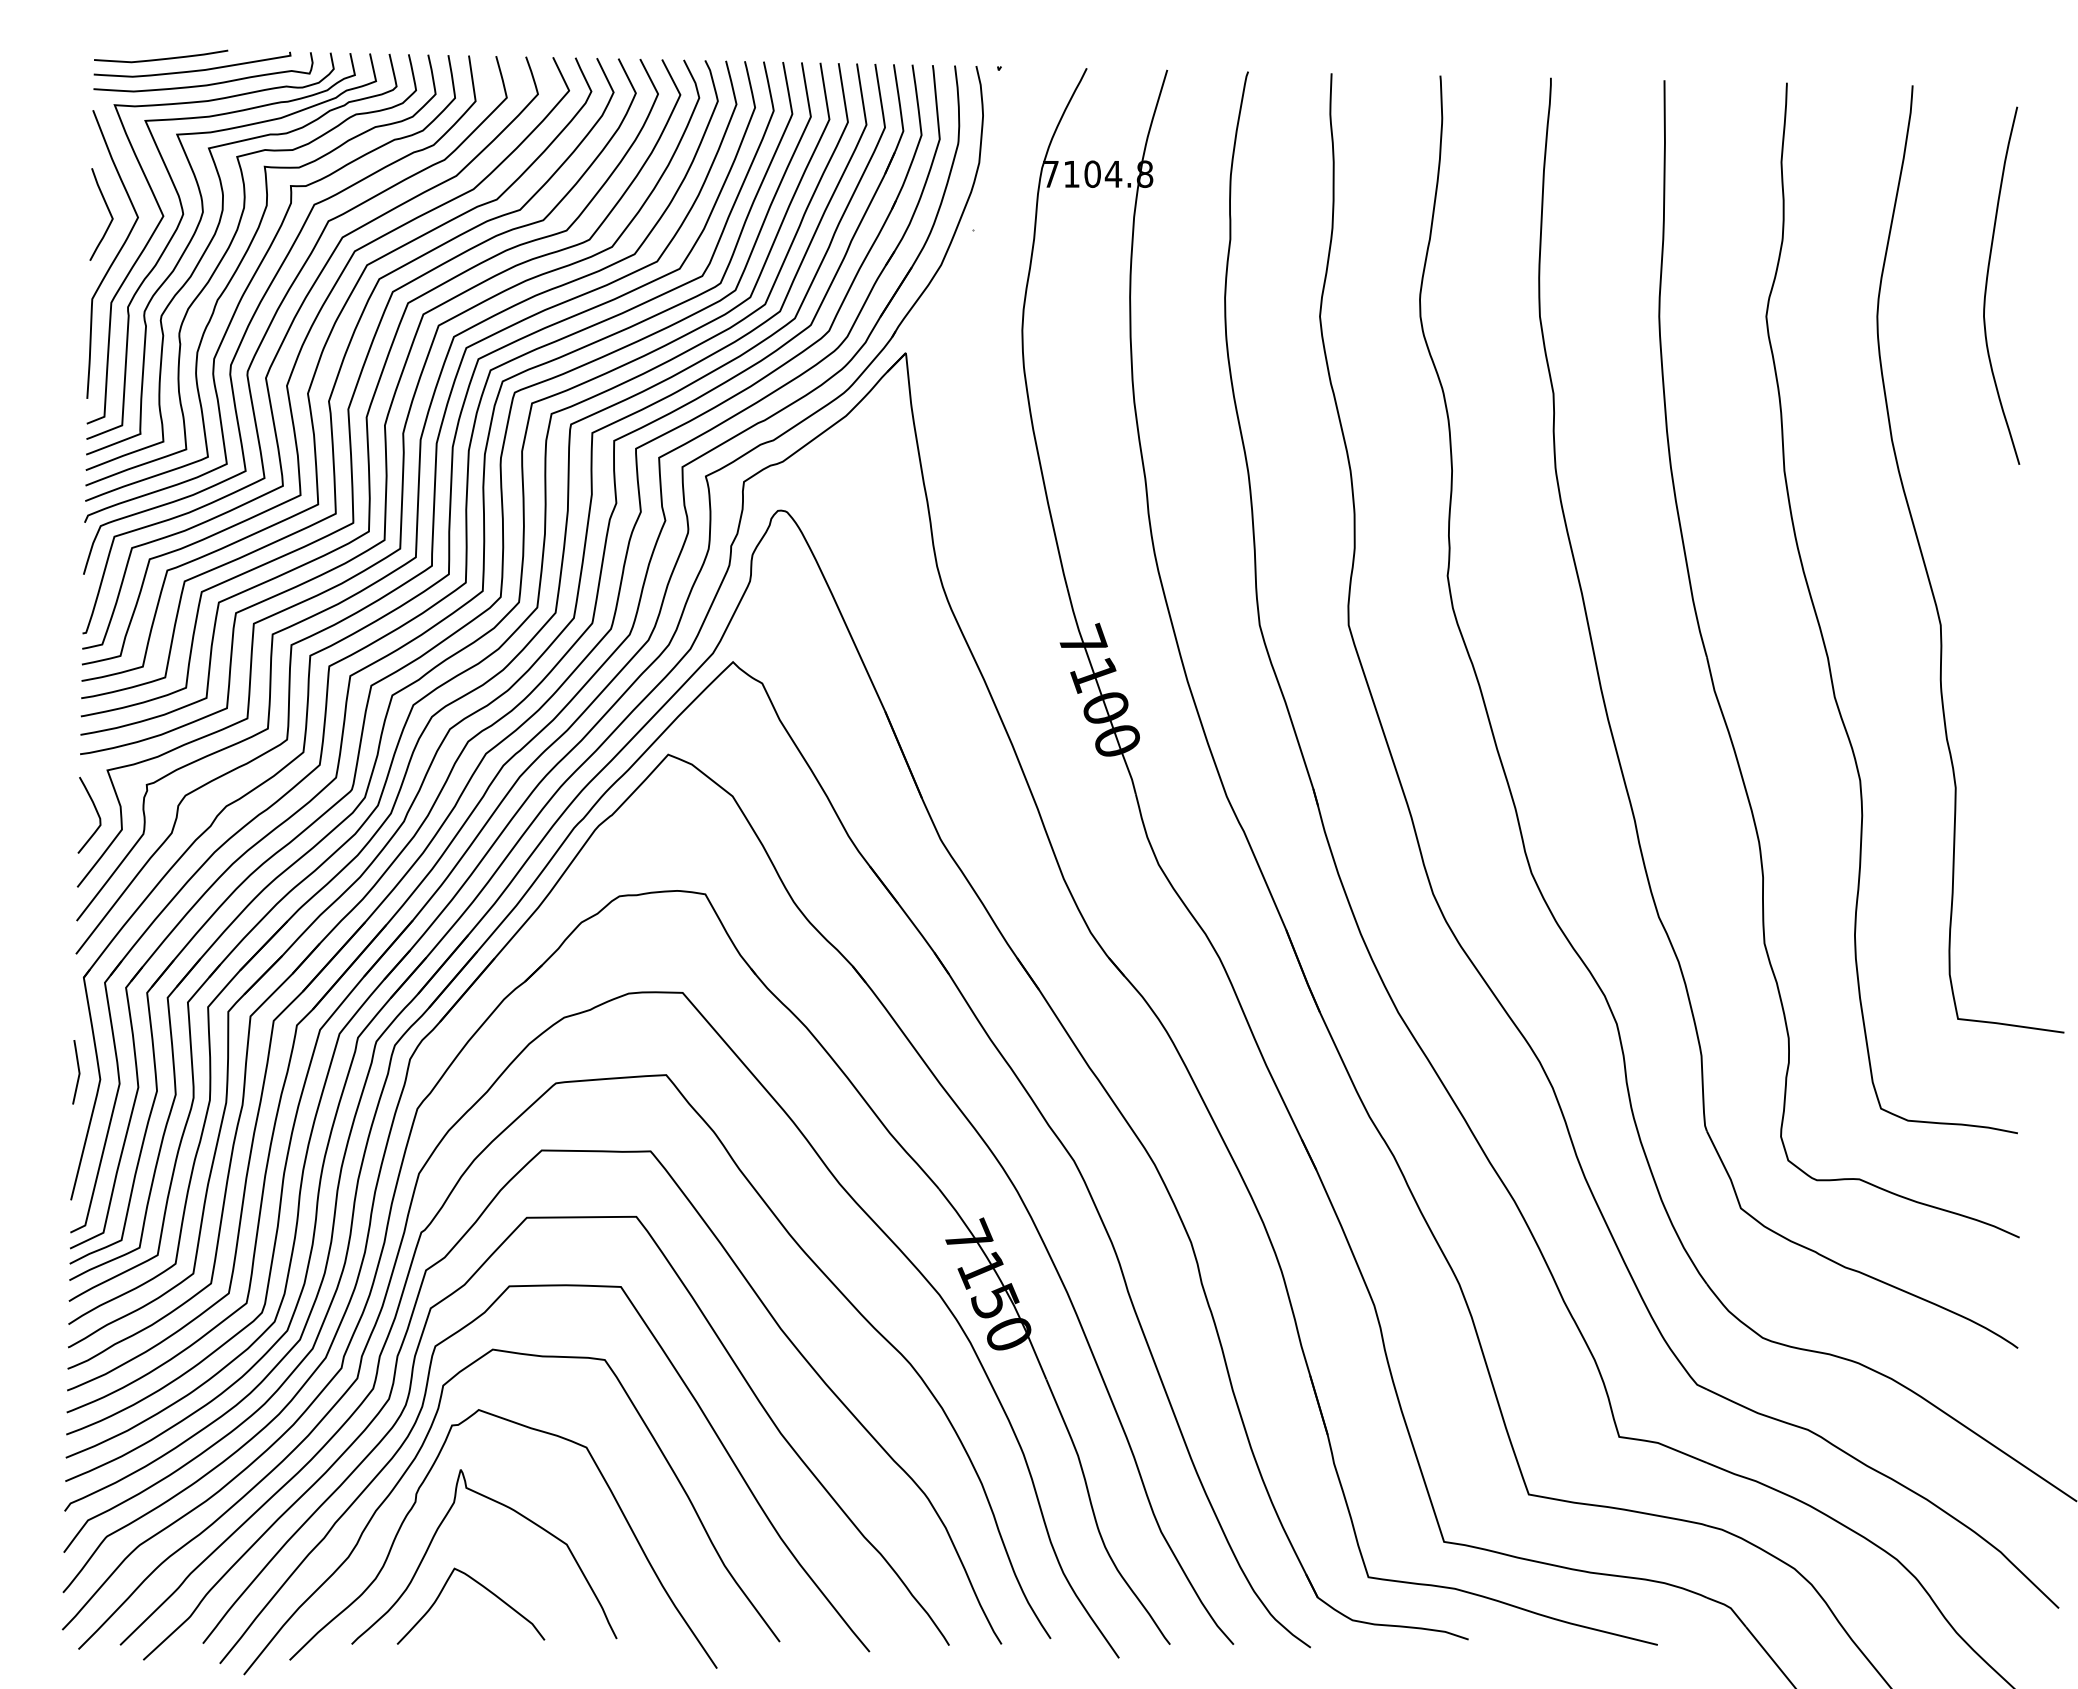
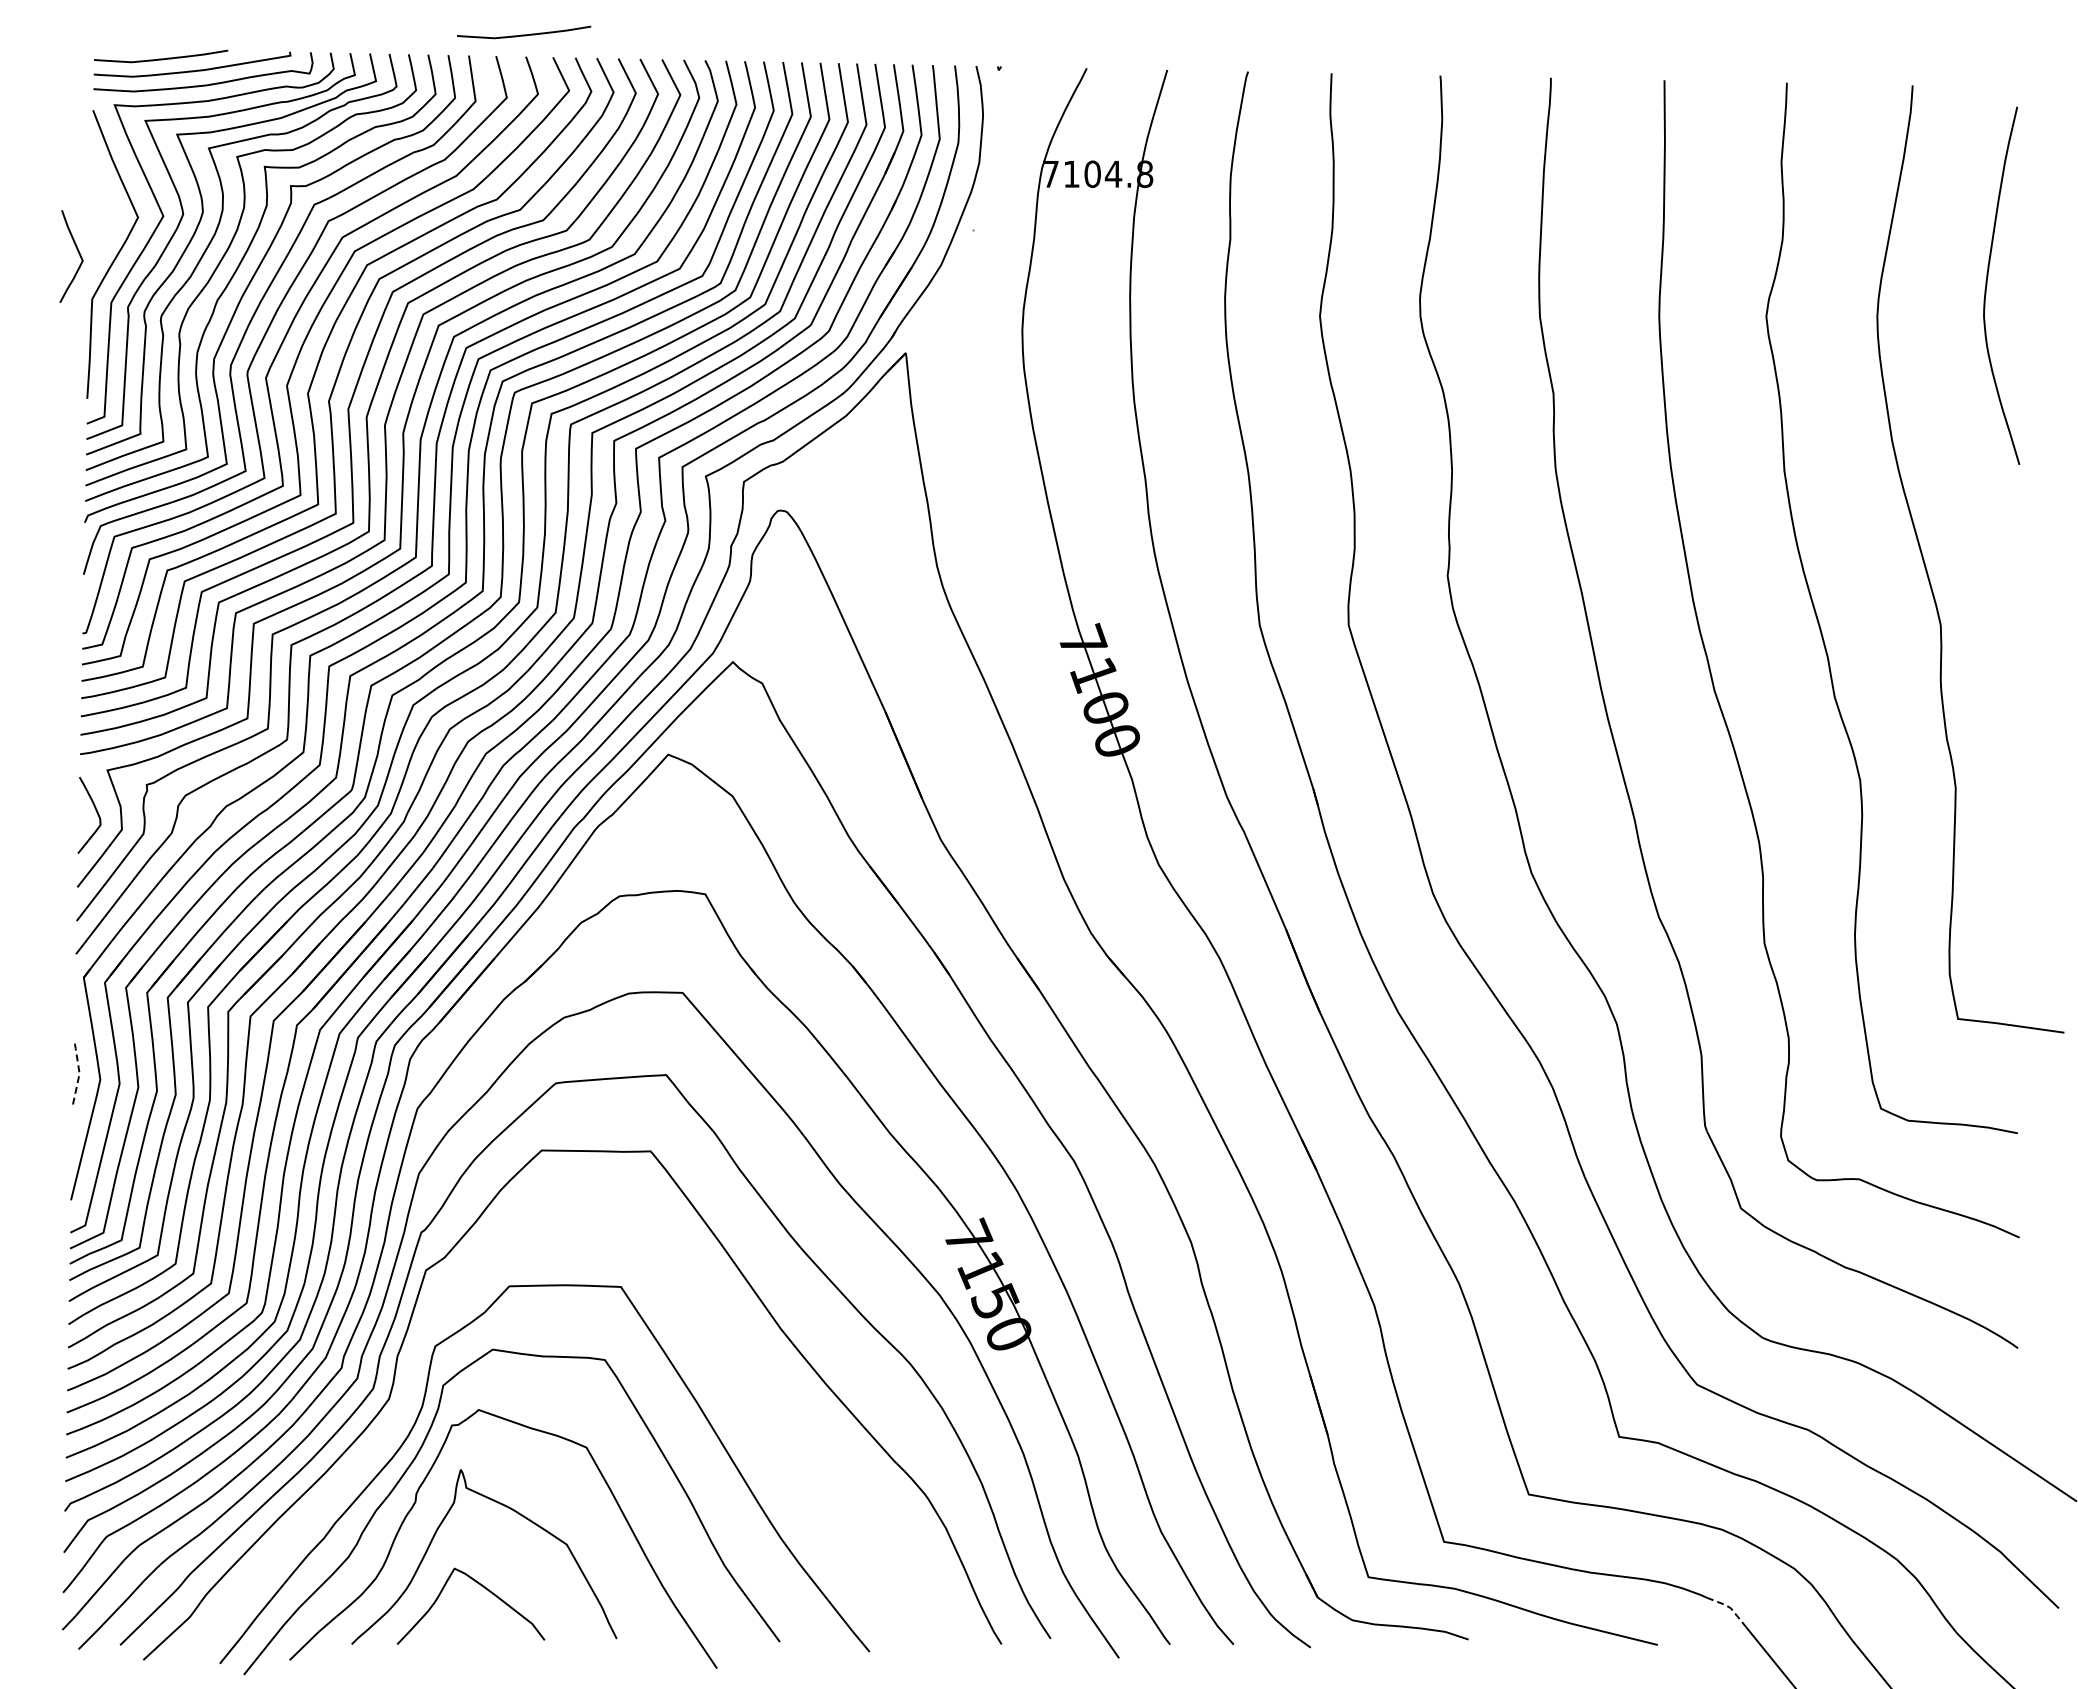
curve at (524, 34): none -> present
curve at (108, 211) position: (108, 211) -> (78, 253)
line at (79, 1071): solid -> dashed
curve at (720, 1343): present -> none
line at (1730, 1607): solid -> dashed
